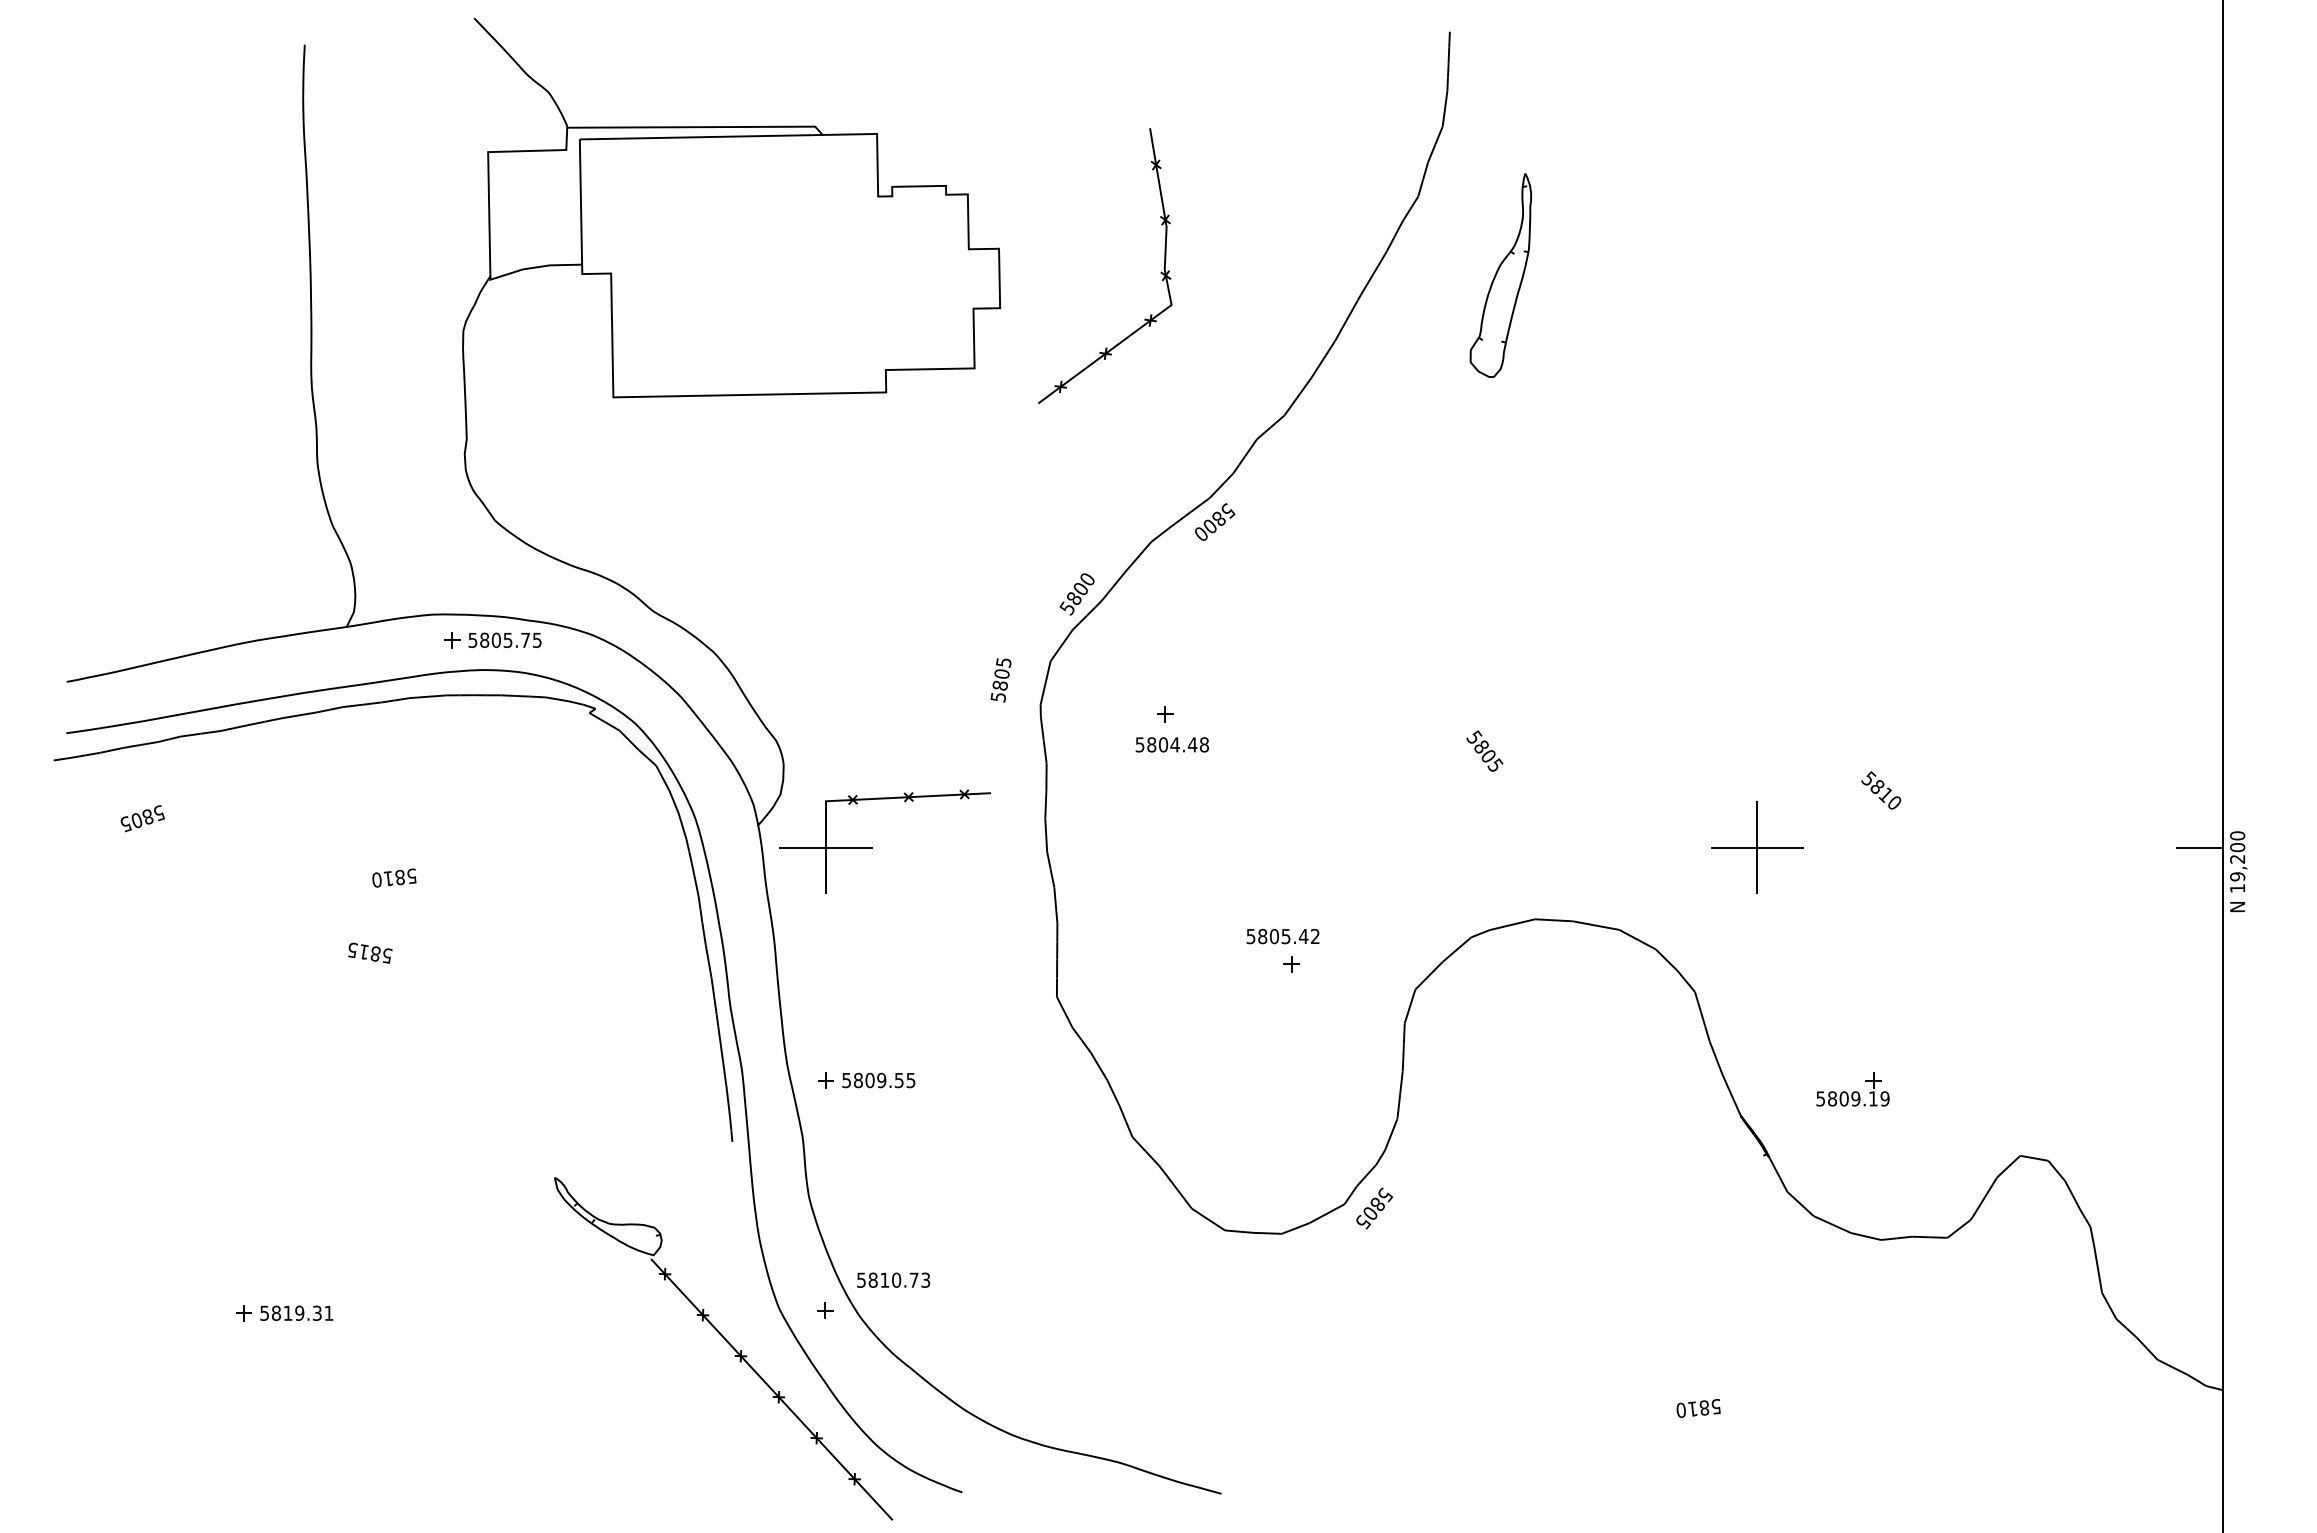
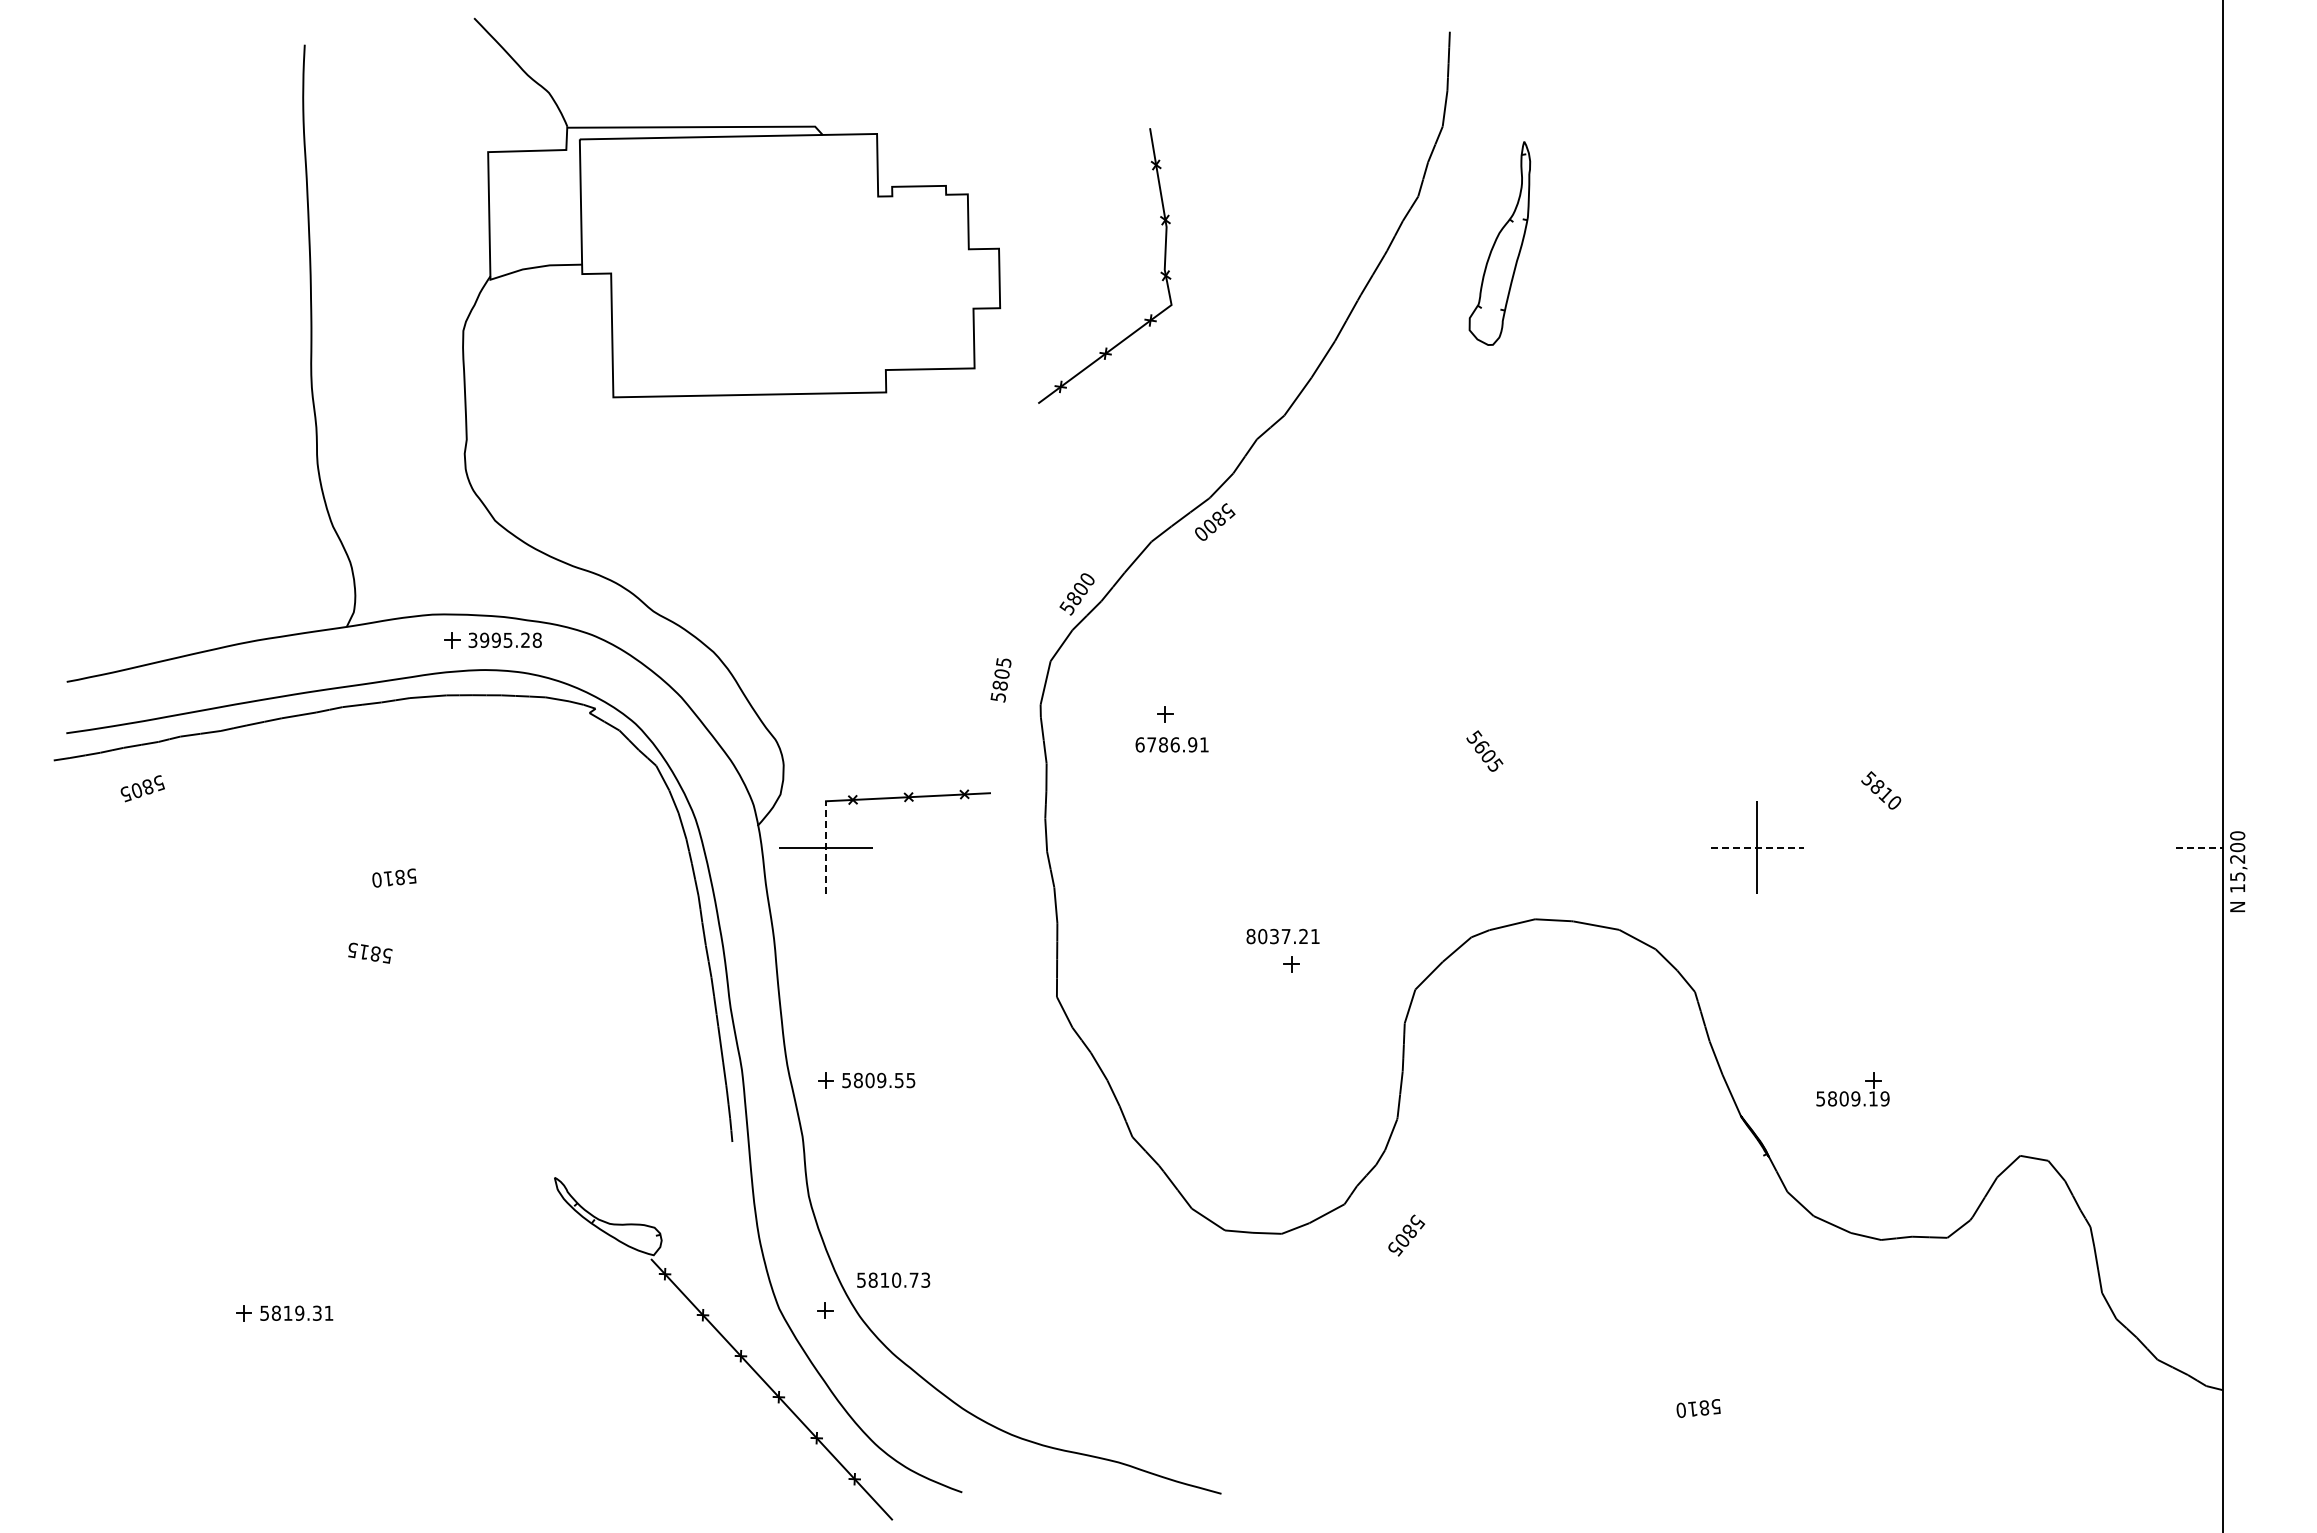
part at (1500, 275) position: (1500, 275) -> (1499, 243)
text at (505, 639): 5805.75 -> 3995.28
text at (1171, 744): 5804.48 -> 6786.91
text at (1481, 746): 5805 -> 5605
text at (142, 818) position: (142, 818) -> (142, 788)
line at (825, 847): solid -> dashed
line at (1757, 847): solid -> dashed
line at (2199, 847): solid -> dashed
text at (2237, 876): 19,200 -> 15,200
text at (1282, 936): 5805.42 -> 8037.21
text at (1374, 1208) position: (1374, 1208) -> (1406, 1235)
